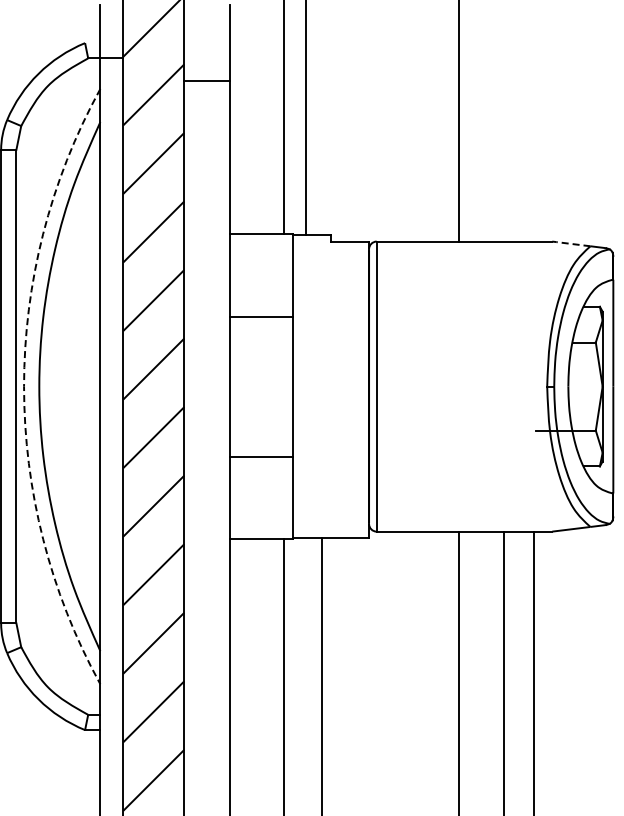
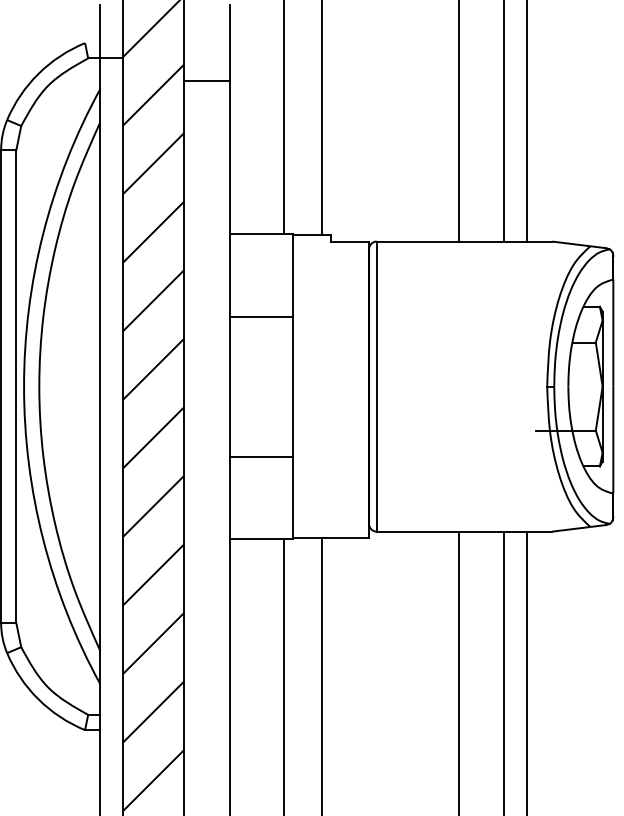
line at (305, 118) position: (305, 118) -> (321, 118)
line at (504, 121): none -> present
line at (527, 121): none -> present
line at (570, 243): dashed -> solid
arc at (24, 386): dashed -> solid
line at (534, 671) position: (534, 671) -> (527, 671)
